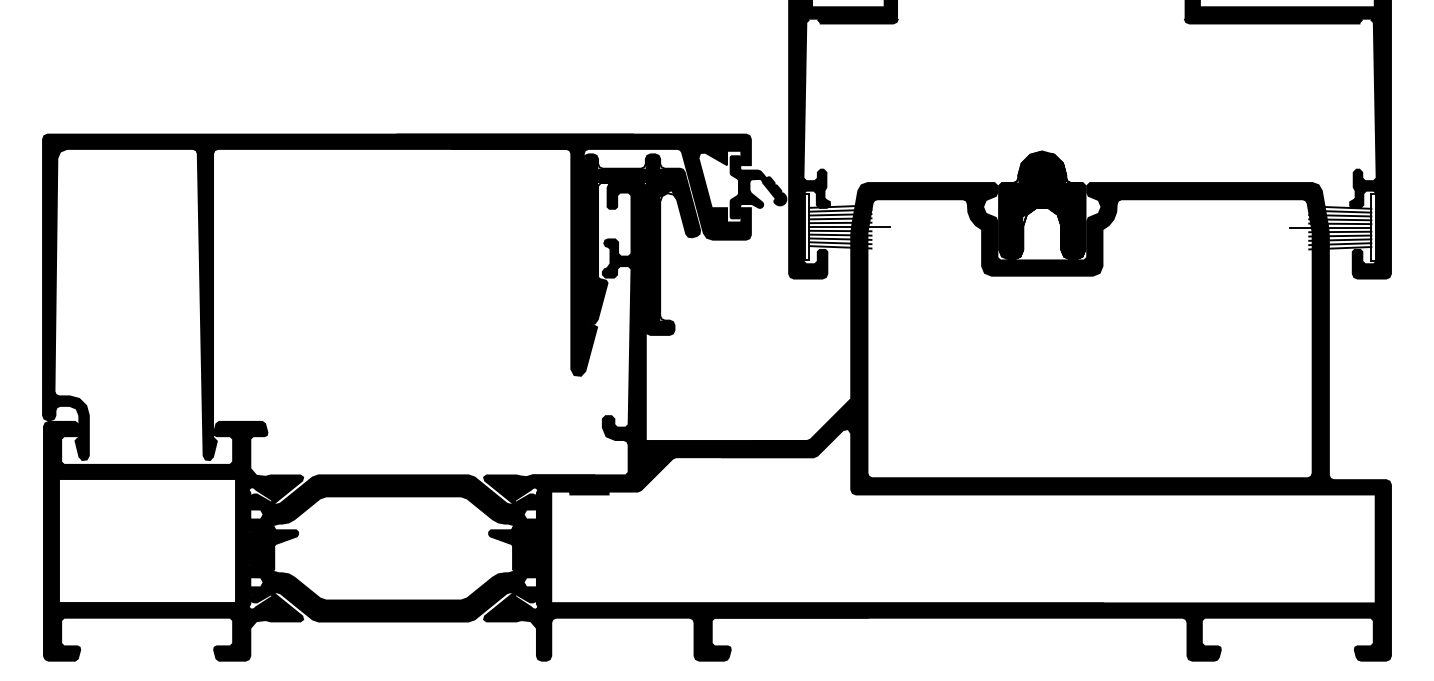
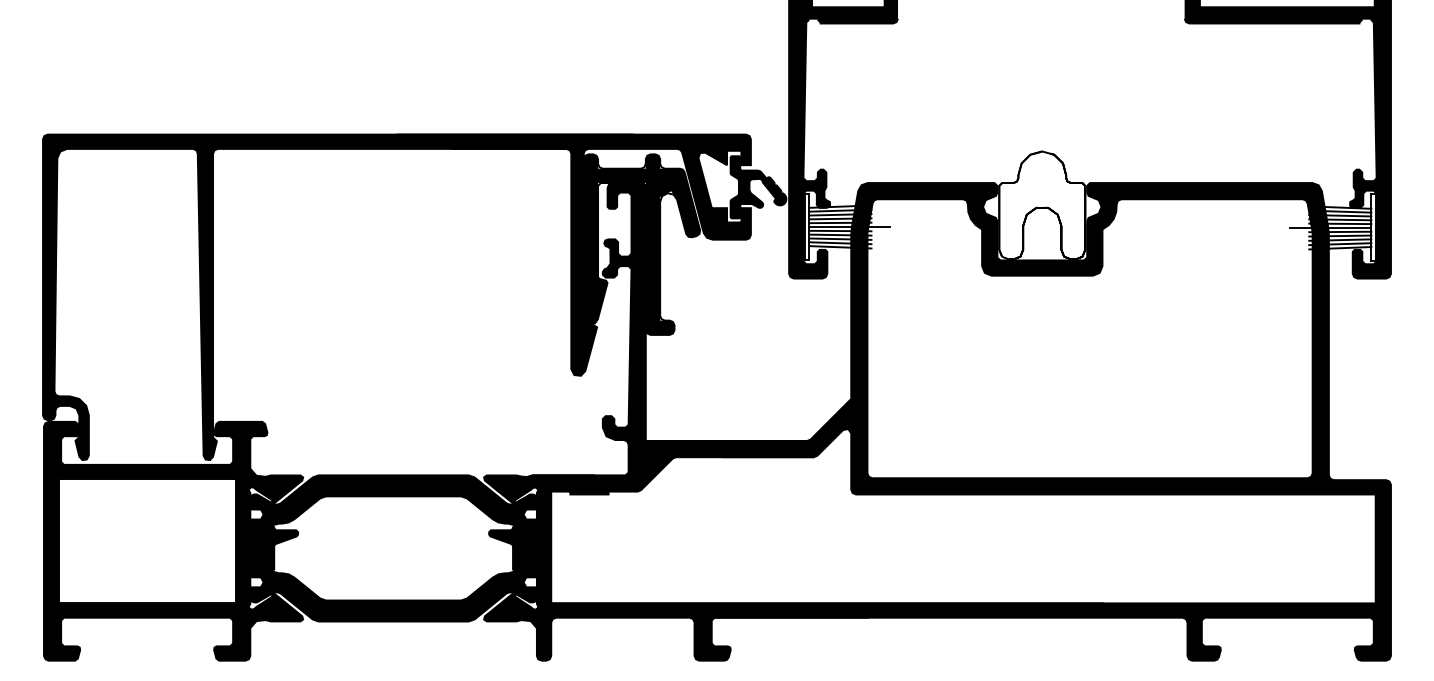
fill at (1042, 205): present -> none
